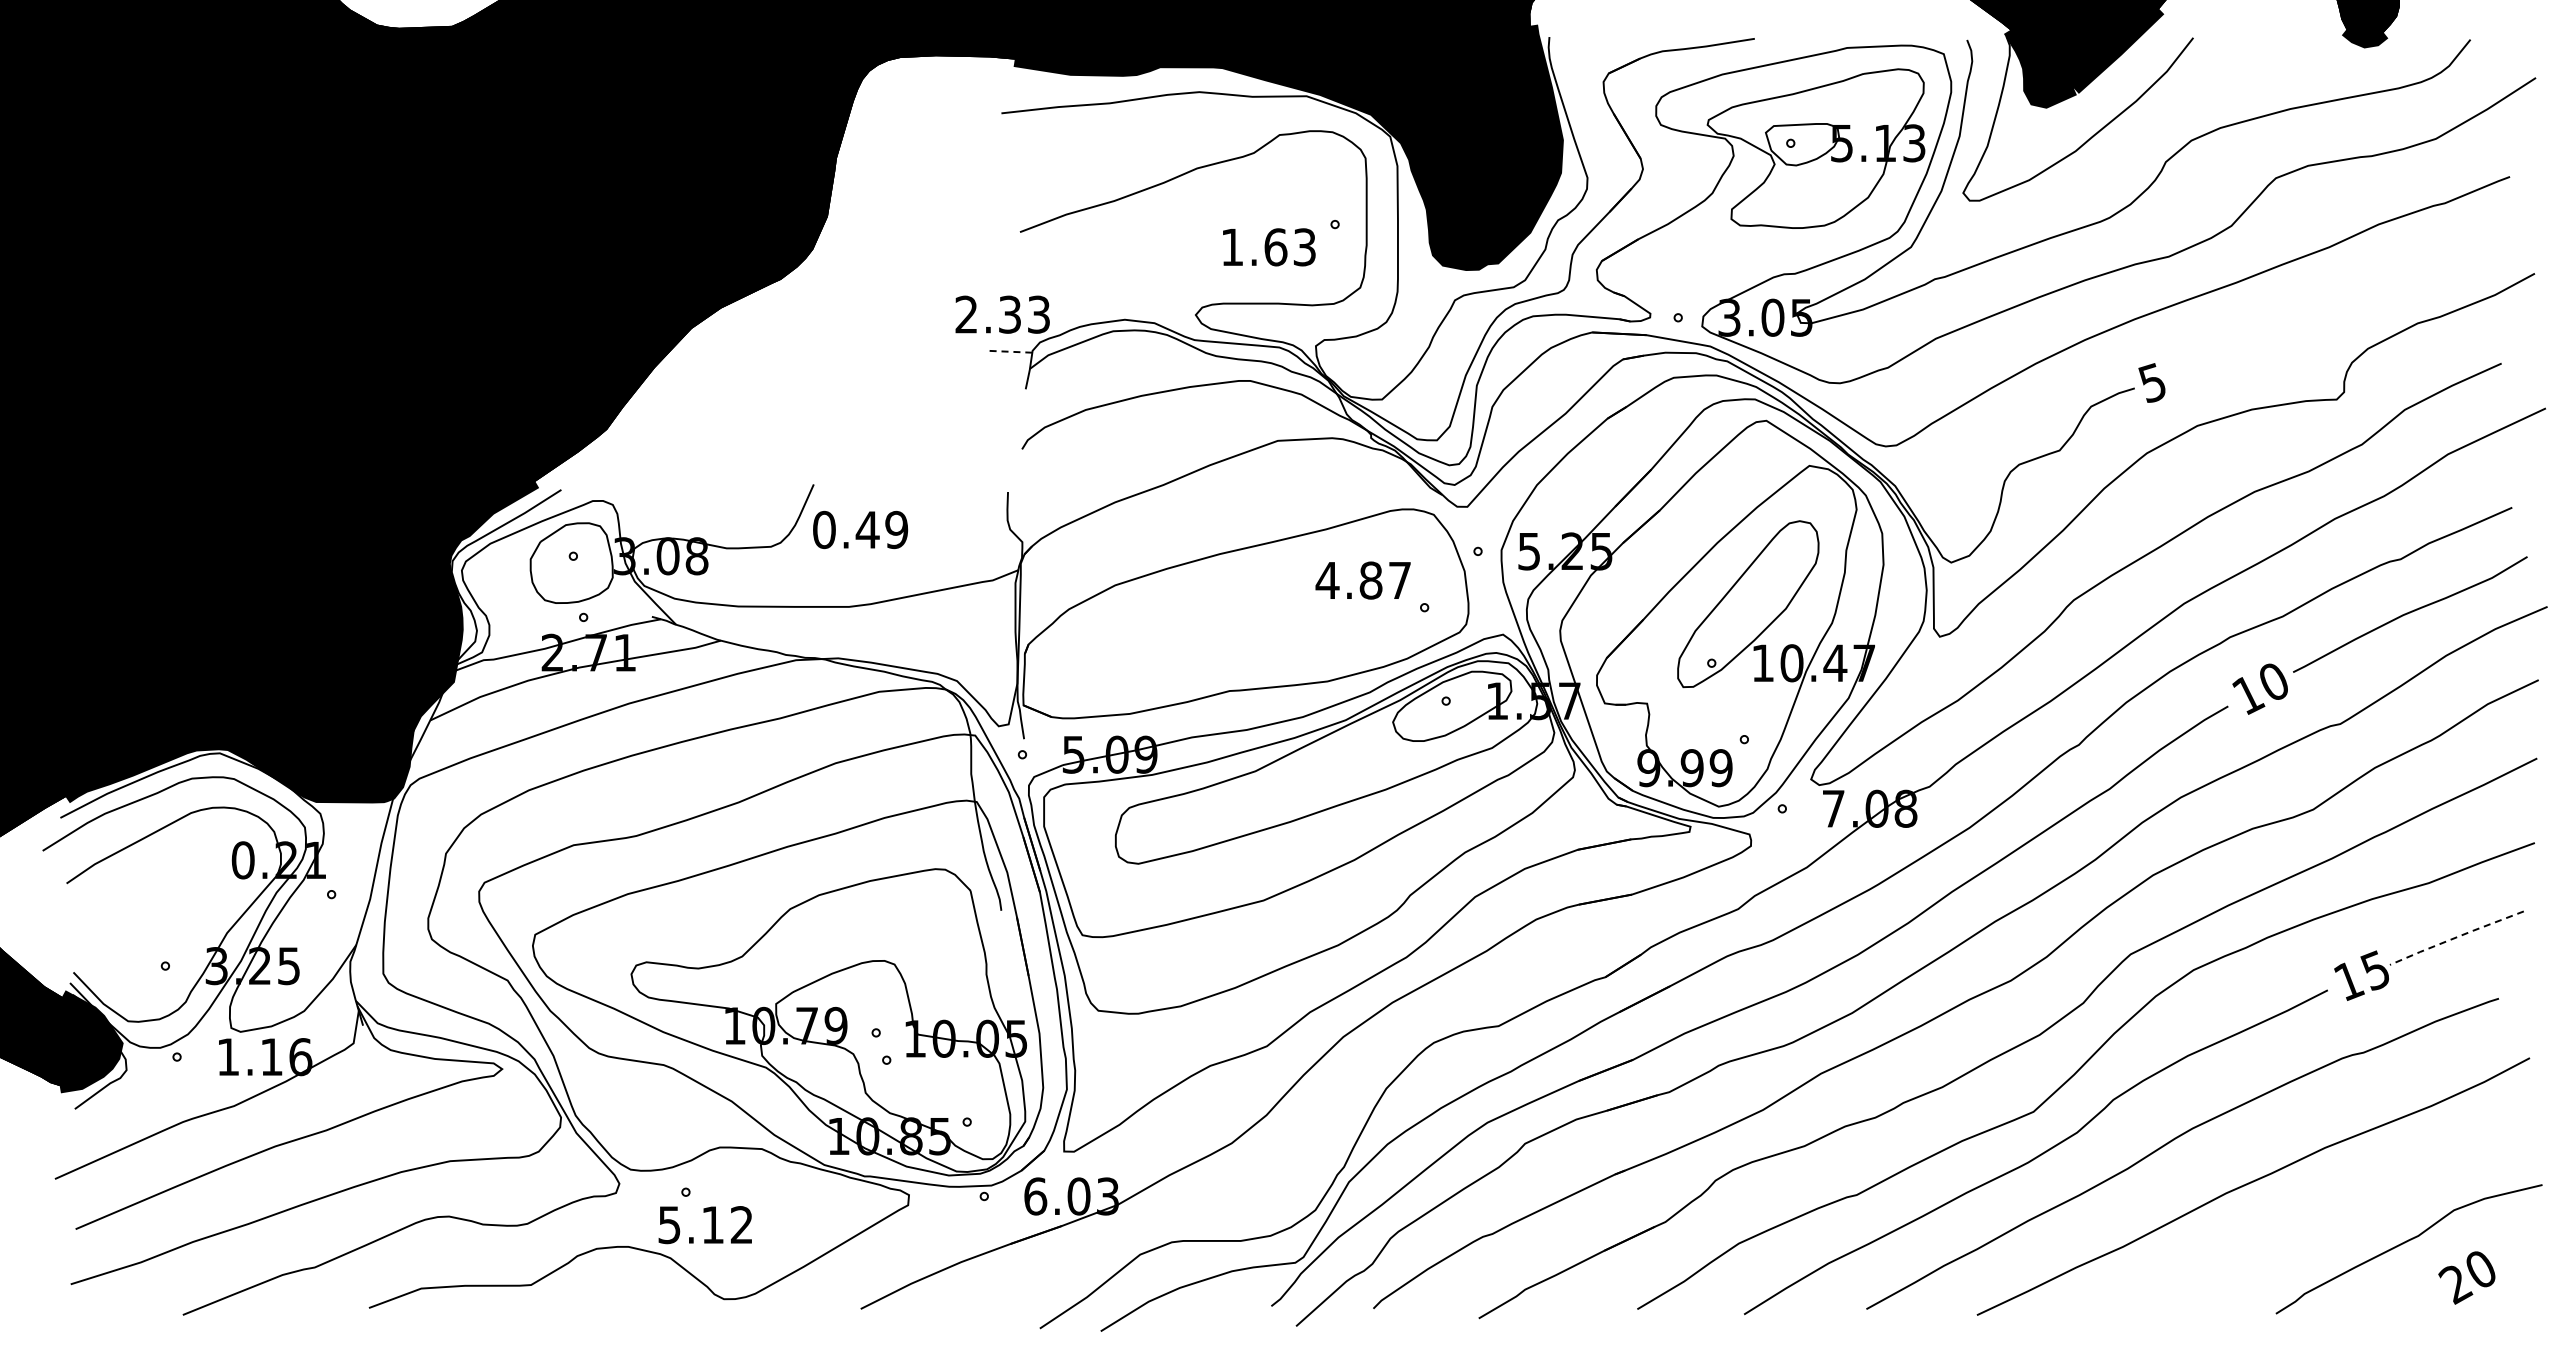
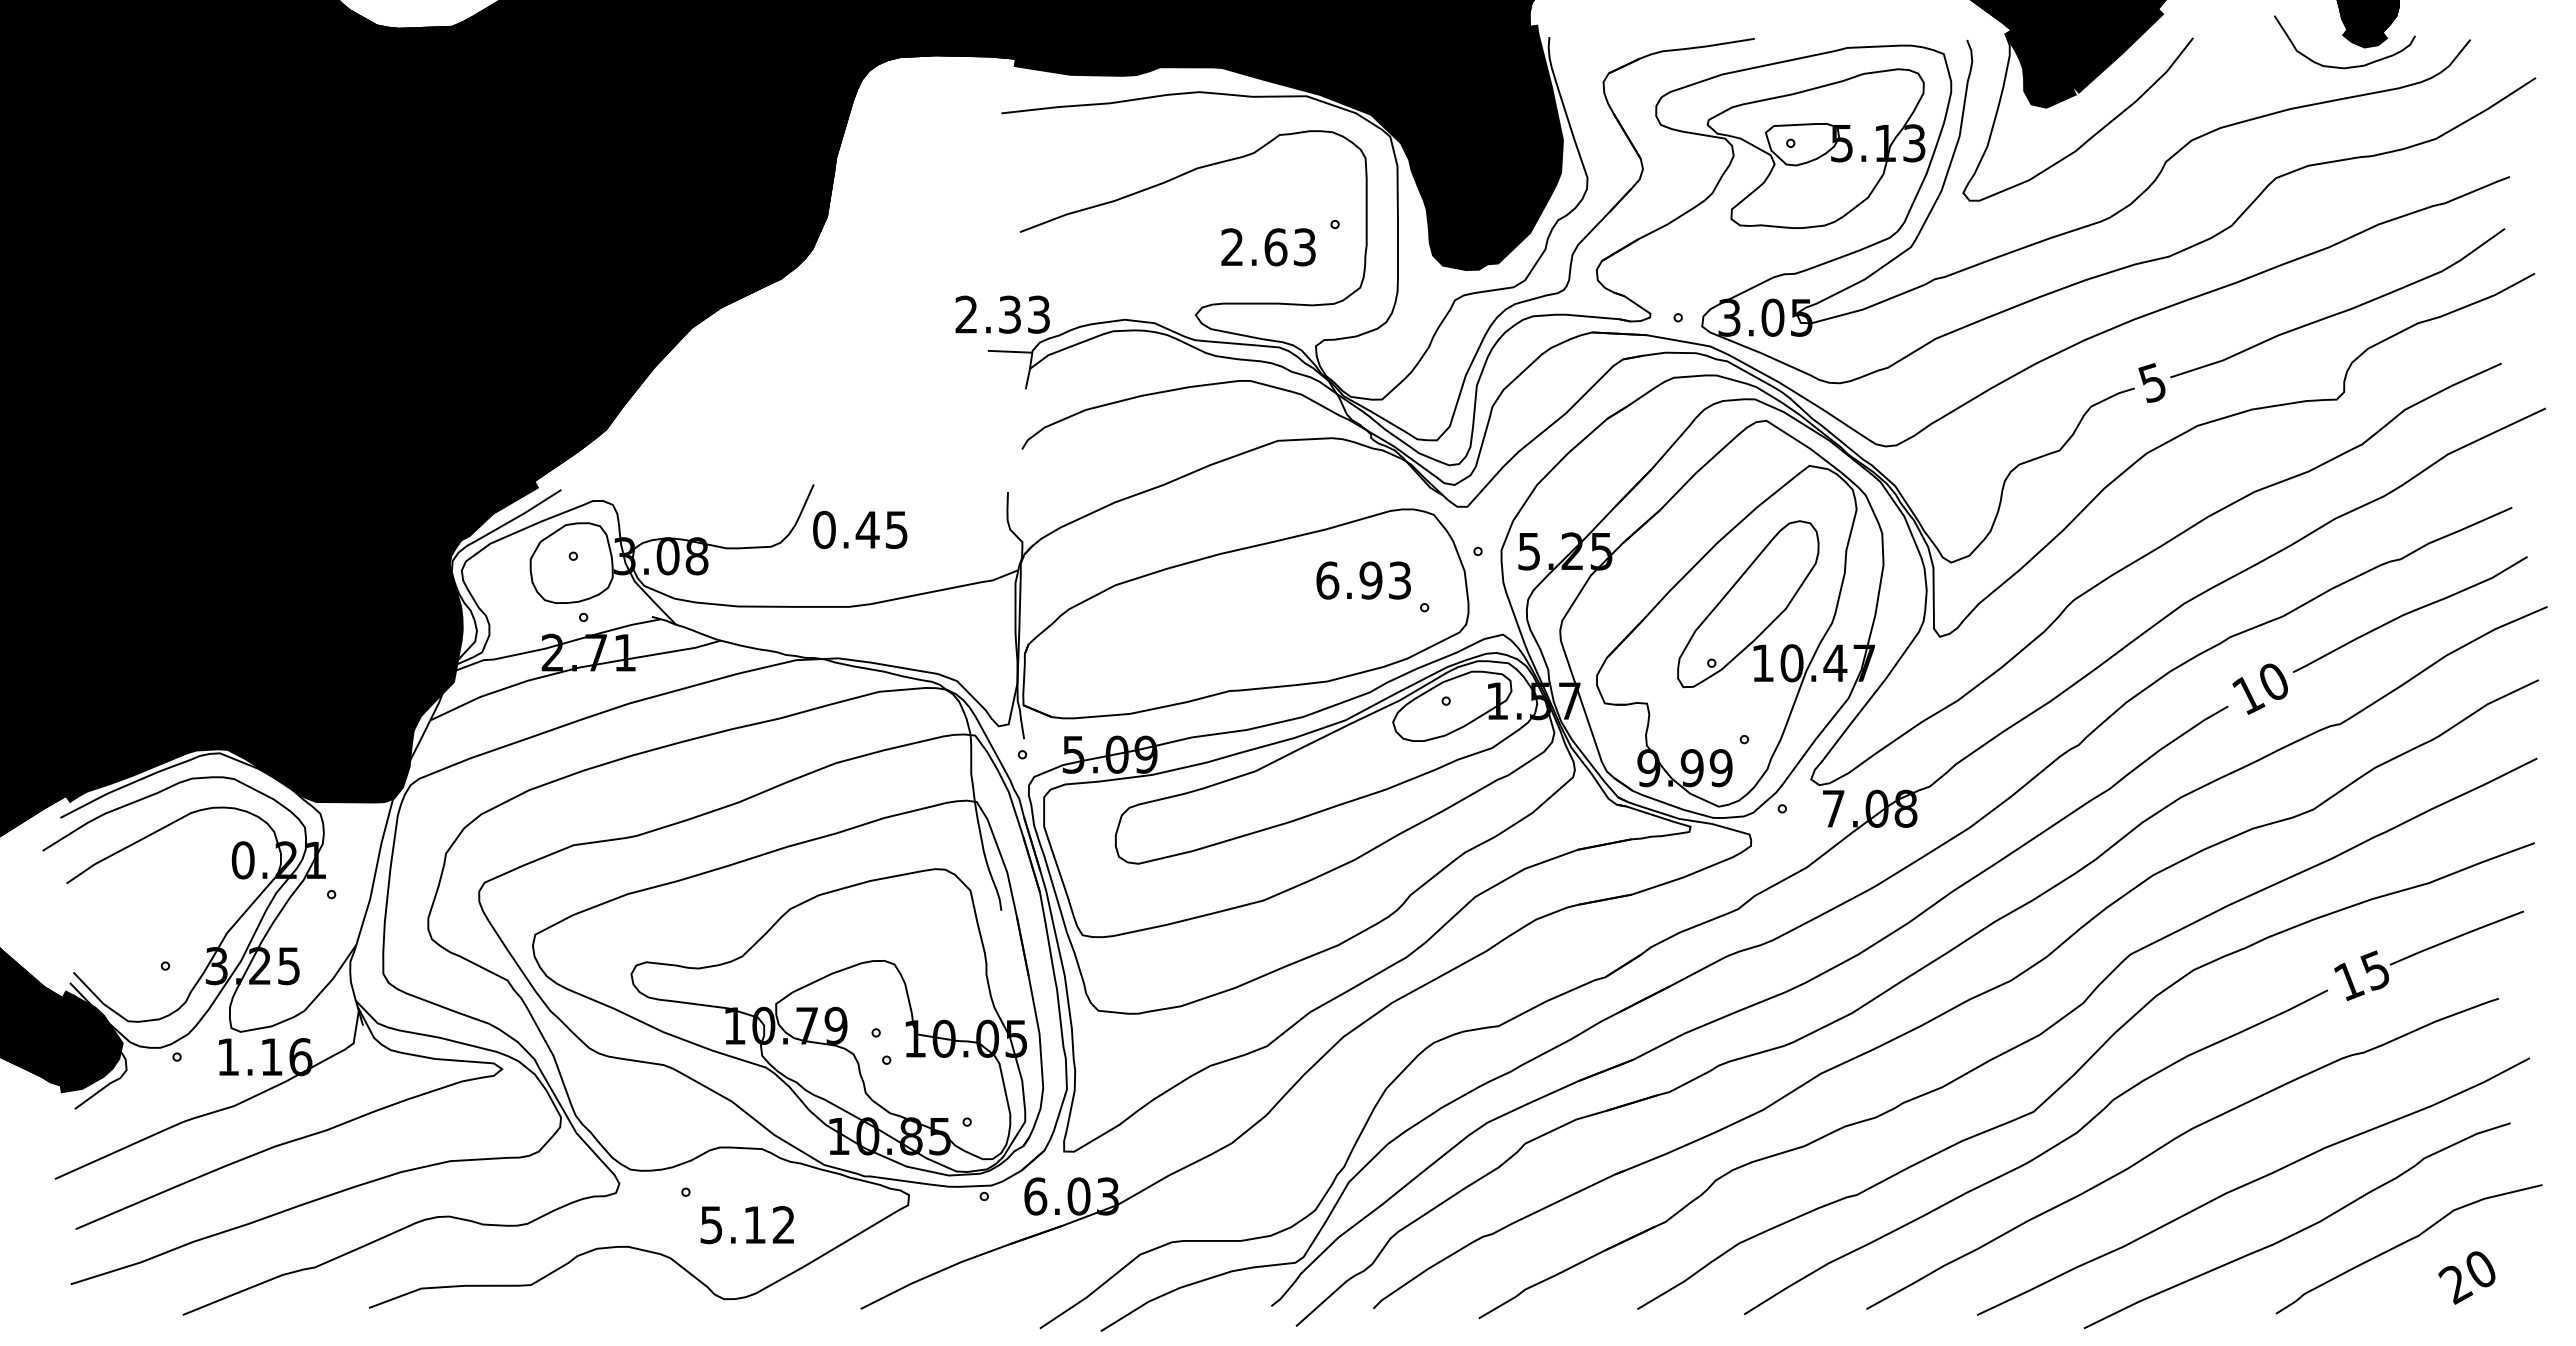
curve at (2348, 66): none -> present
text at (1231, 246): 1.63 -> 2.63
curve at (2340, 311): none -> present
line at (1009, 351): dashed -> solid
text at (896, 529): 0.49 -> 0.45
text at (1362, 580): 4.87 -> 6.93
line at (2456, 937): dashed -> solid
text at (704, 1225) position: (704, 1225) -> (746, 1225)
curve at (2299, 1230): none -> present
